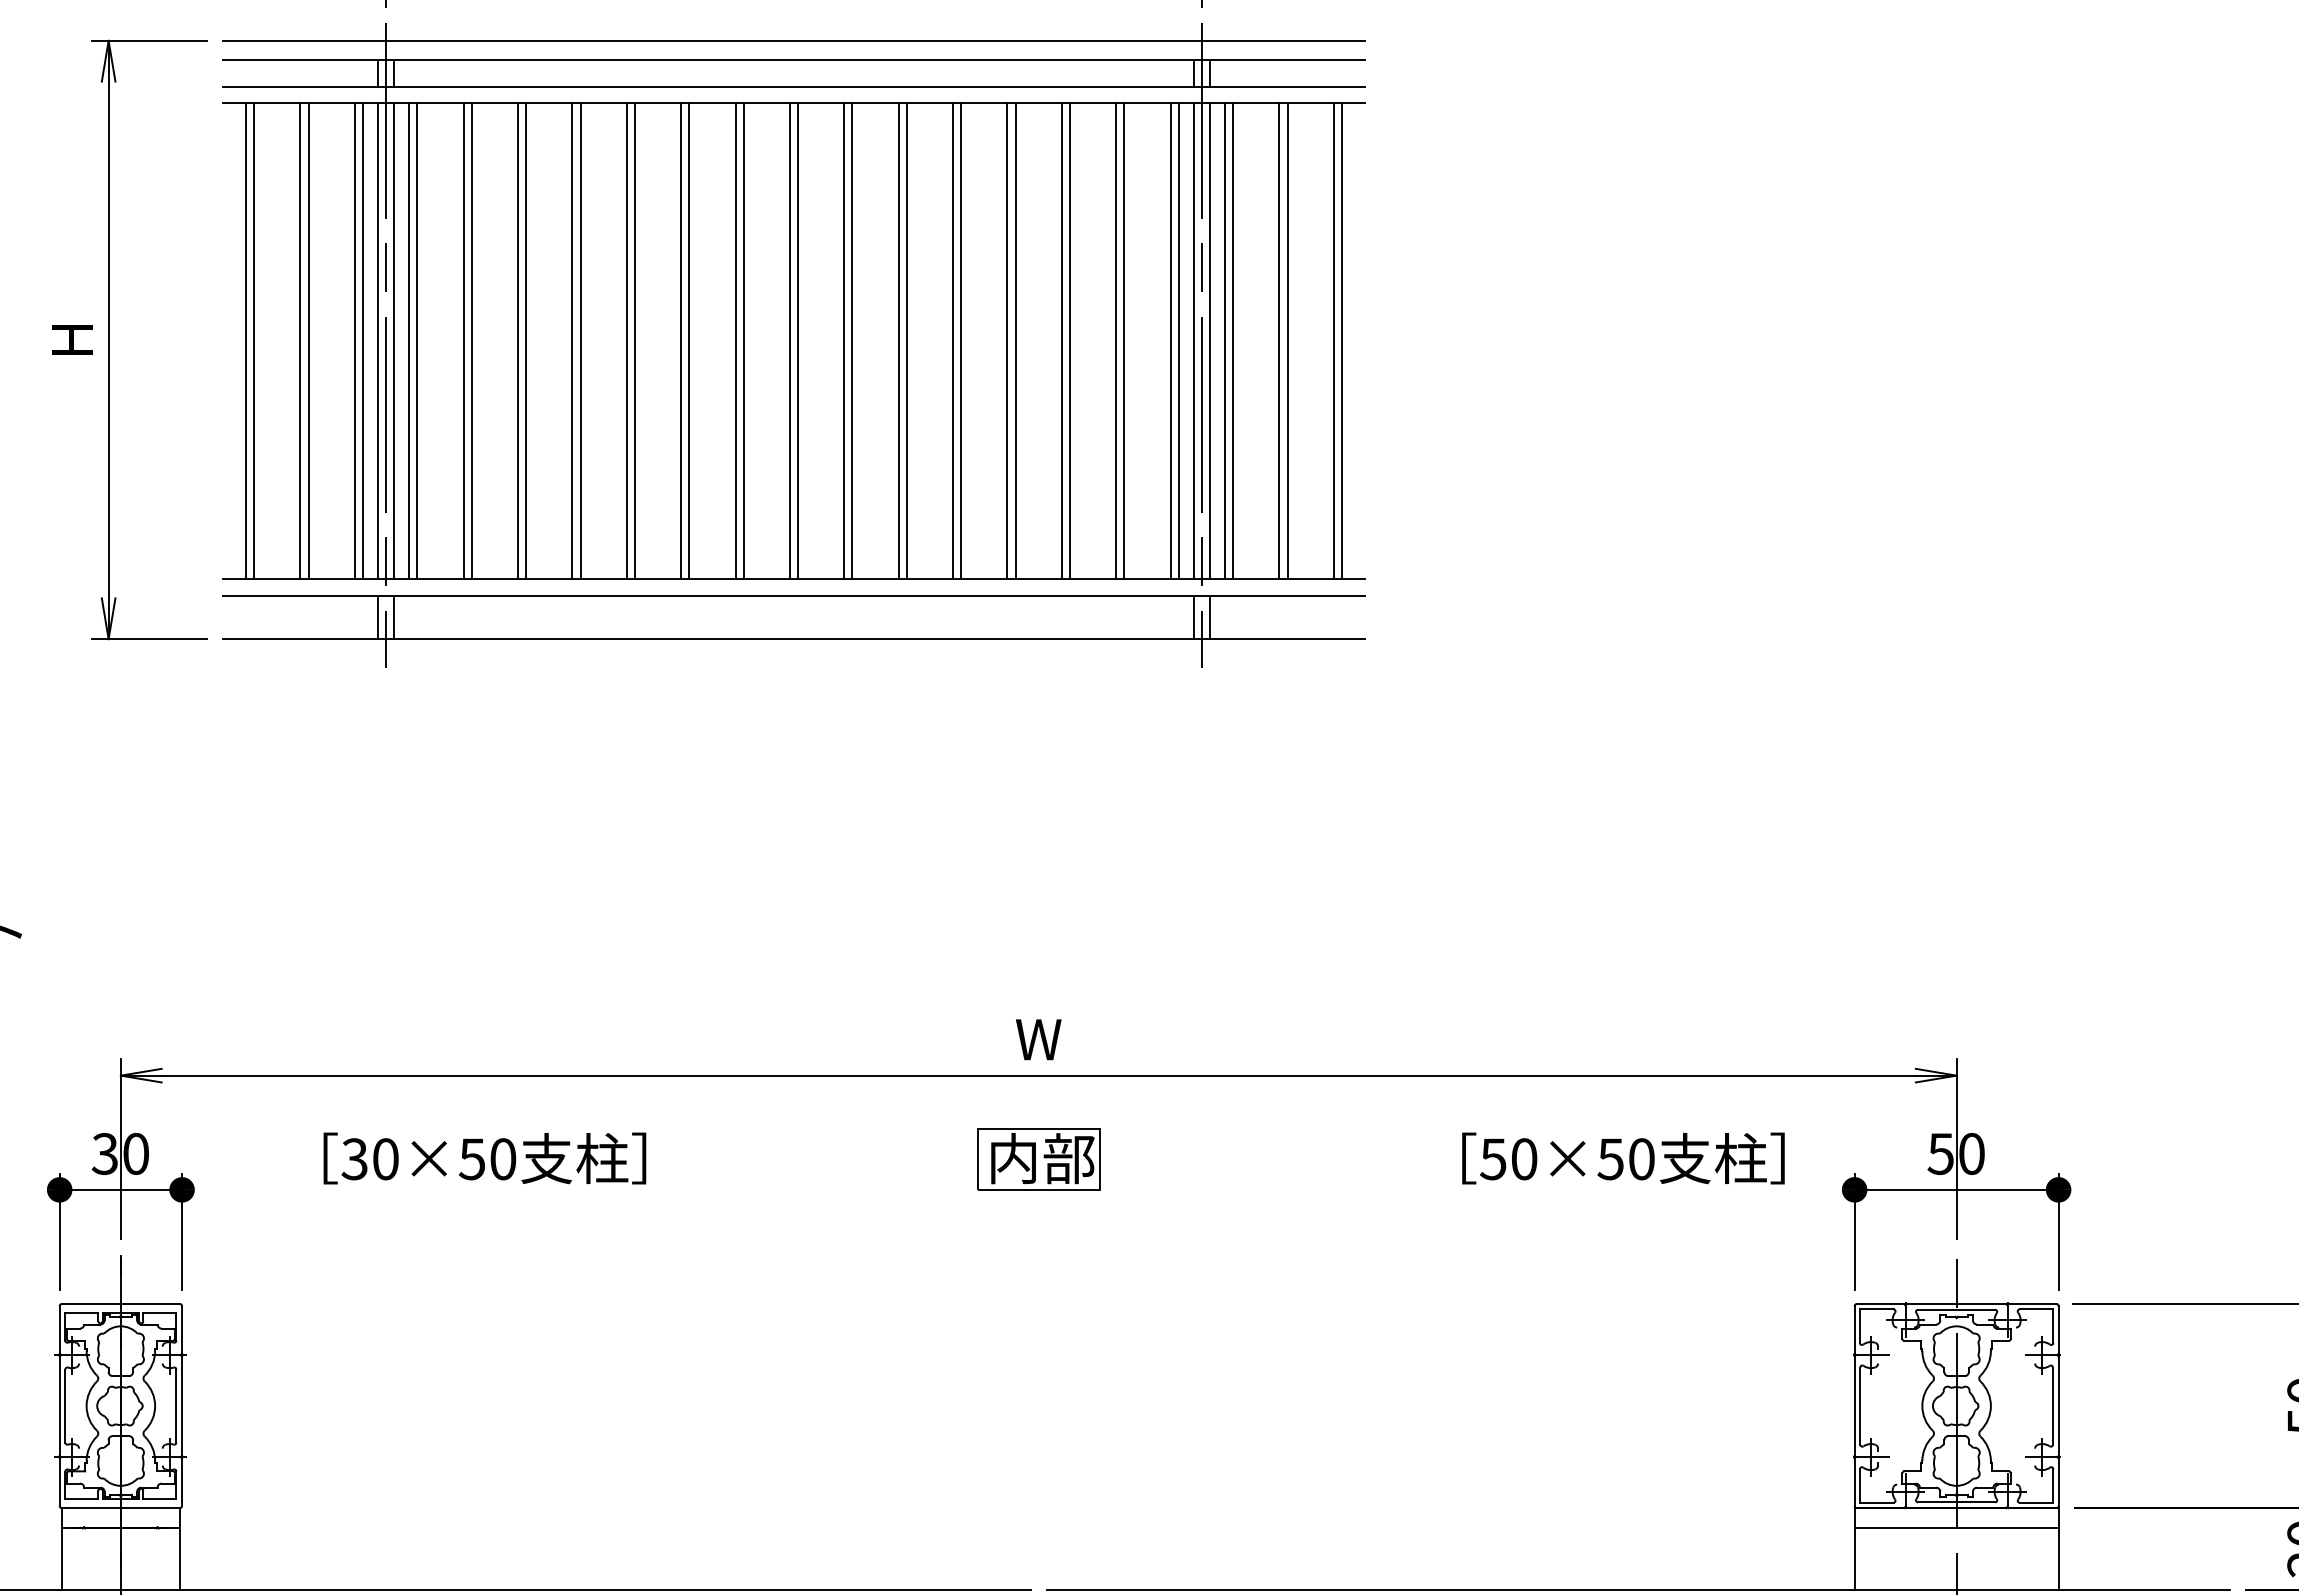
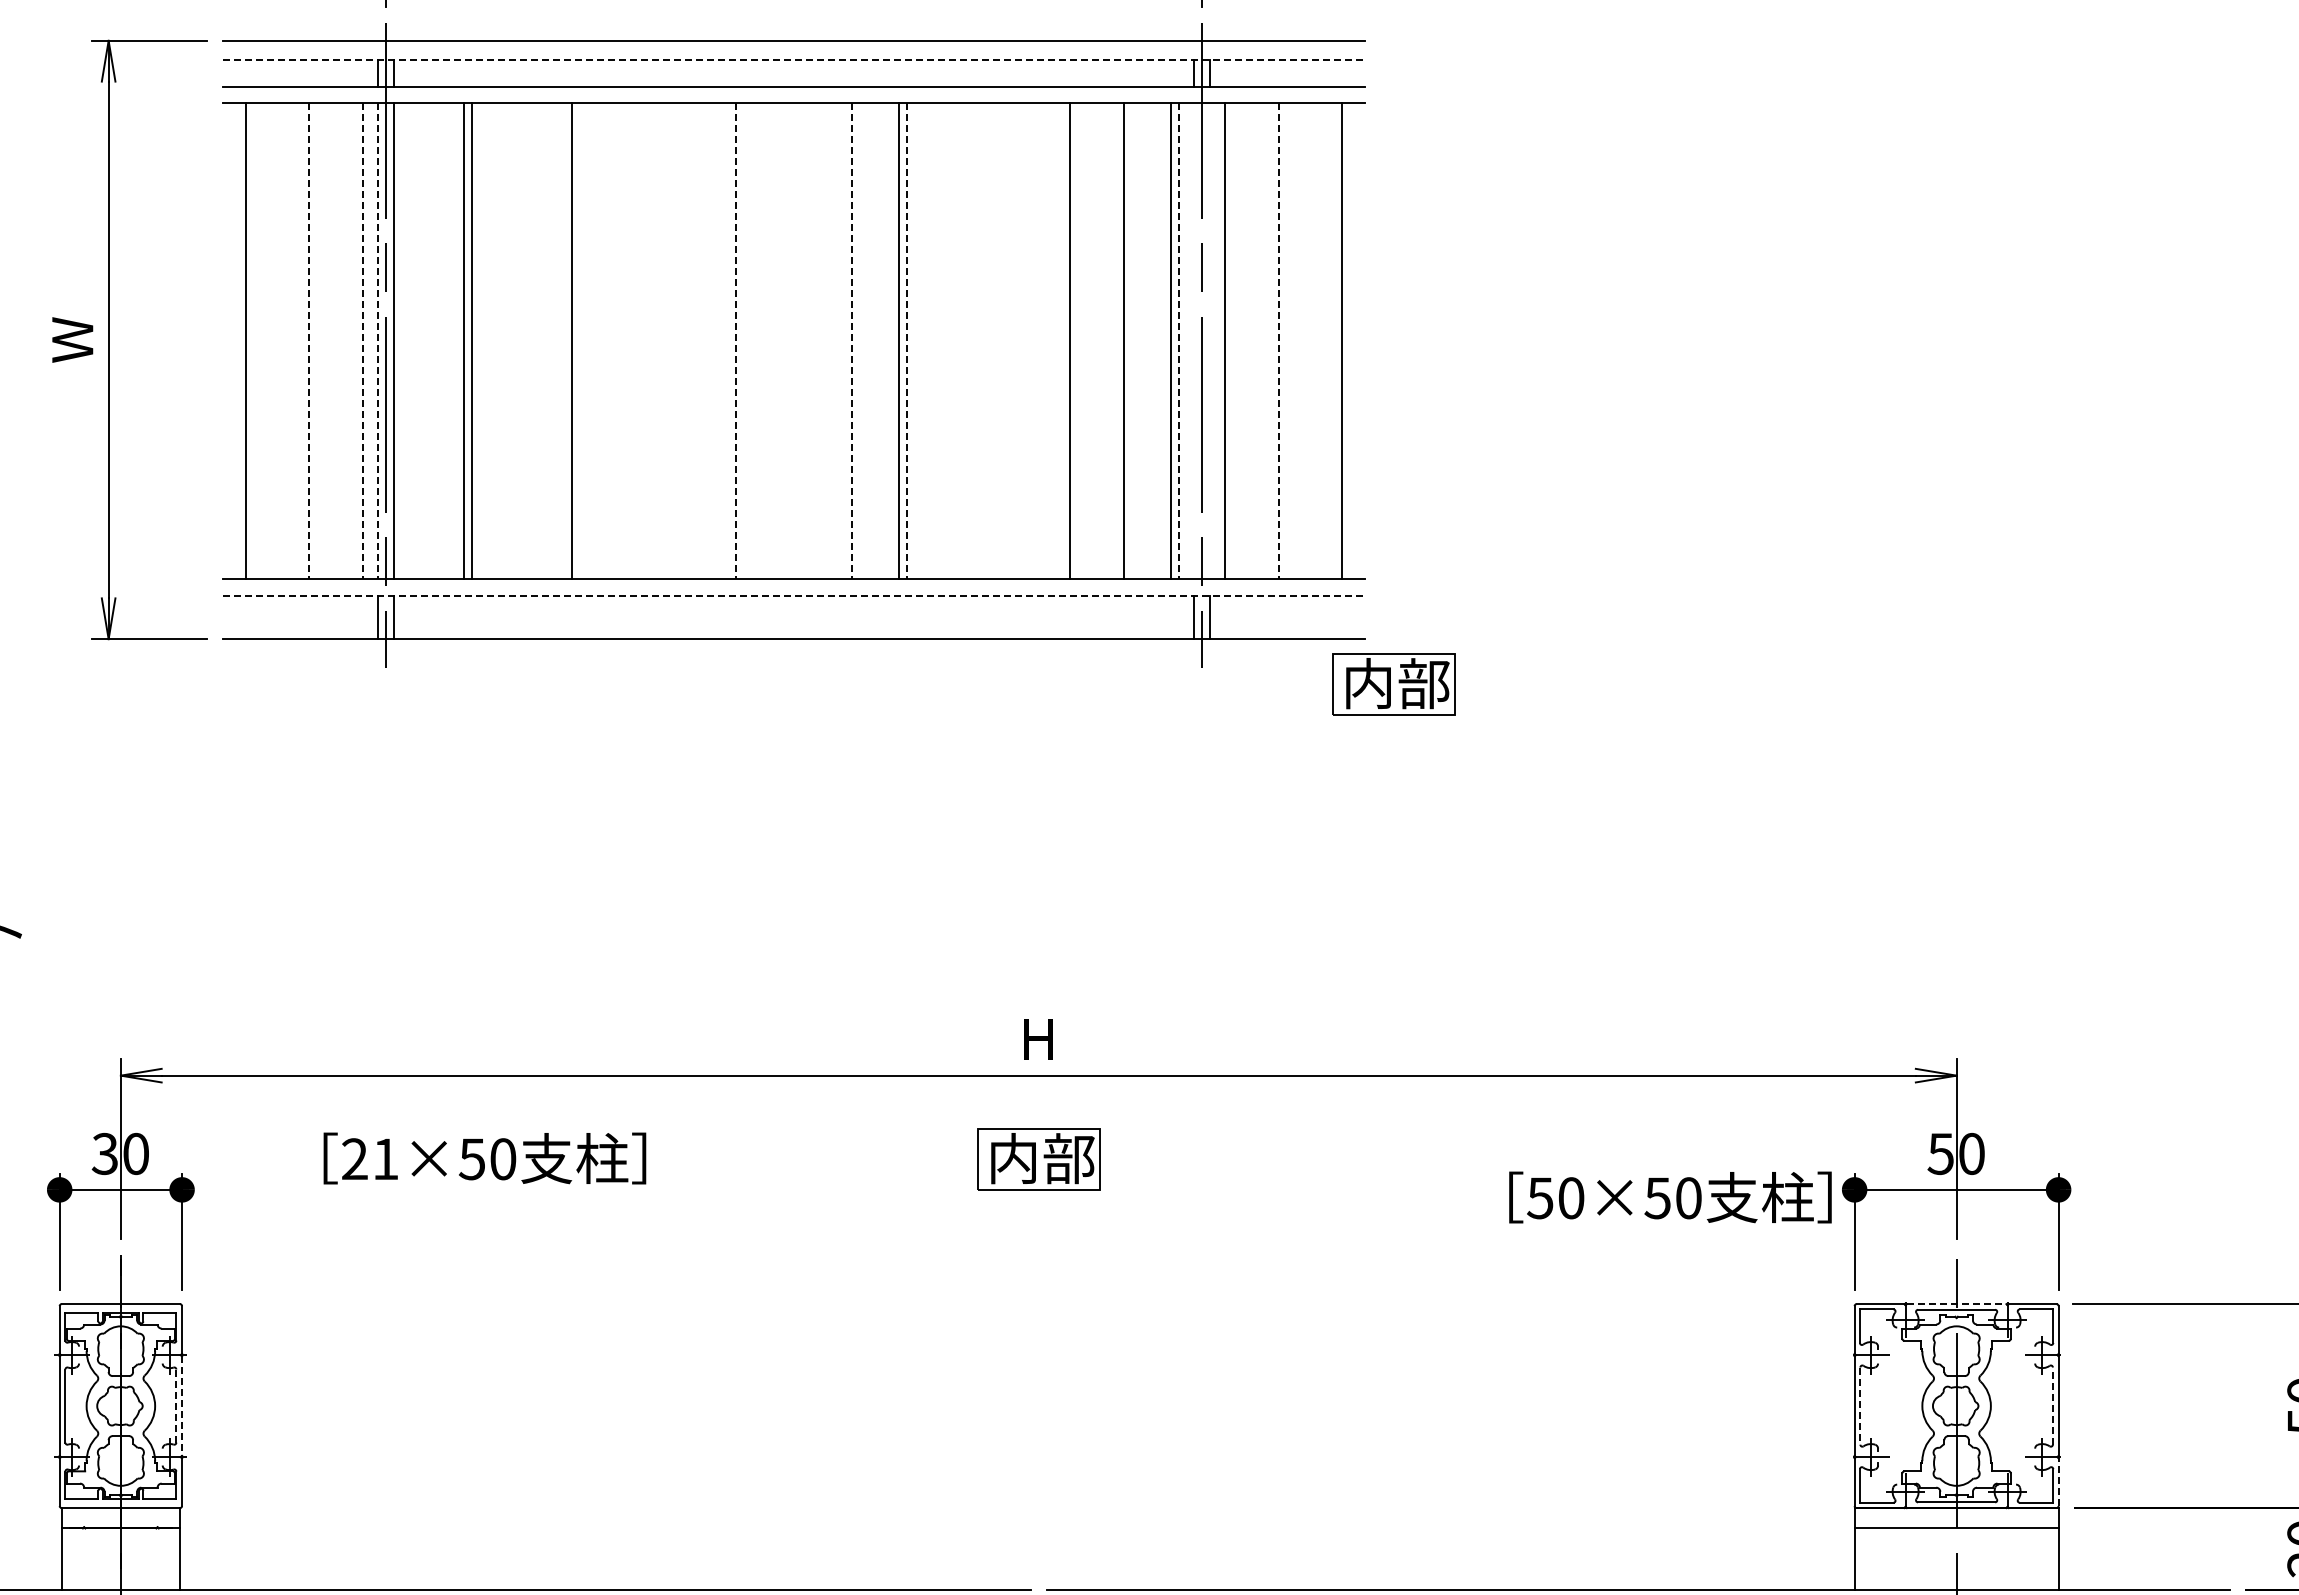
line at (794, 59): solid -> dashed
text at (72, 339): H -> W
line at (254, 341): present -> none
line at (300, 341): present -> none
line at (308, 341): solid -> dashed
line at (354, 341): present -> none
line at (362, 341): solid -> dashed
line at (377, 341): solid -> dashed
line at (409, 341): present -> none
line at (417, 341): present -> none
line at (517, 341): present -> none
line at (526, 341): present -> none
line at (580, 341): present -> none
line at (626, 341): present -> none
line at (634, 341): present -> none
line at (681, 341): present -> none
line at (689, 341): present -> none
line at (735, 341): solid -> dashed
line at (743, 341): present -> none
line at (789, 341): present -> none
line at (798, 341): present -> none
line at (844, 341): present -> none
line at (852, 341): solid -> dashed
line at (906, 341): solid -> dashed
line at (953, 341): present -> none
line at (961, 341): present -> none
line at (1007, 341): present -> none
line at (1015, 341): present -> none
line at (1061, 341): present -> none
line at (1116, 341): present -> none
line at (1178, 341): solid -> dashed
line at (1193, 341): present -> none
line at (1210, 341): present -> none
line at (1233, 341): present -> none
line at (1279, 341): solid -> dashed
line at (1287, 341): present -> none
line at (1333, 341): present -> none
line at (794, 595): solid -> dashed
part at (1393, 684): none -> present
text at (1038, 1039): W -> H
text at (1623, 1158) position: (1623, 1158) -> (1670, 1197)
text at (369, 1159): 30×50 -> 21×50
line at (1956, 1304): solid -> dashed
line at (176, 1406): solid -> dashed
line at (182, 1406): solid -> dashed
line at (1860, 1406): solid -> dashed
line at (2052, 1406): solid -> dashed
line at (2058, 1482): solid -> dashed
